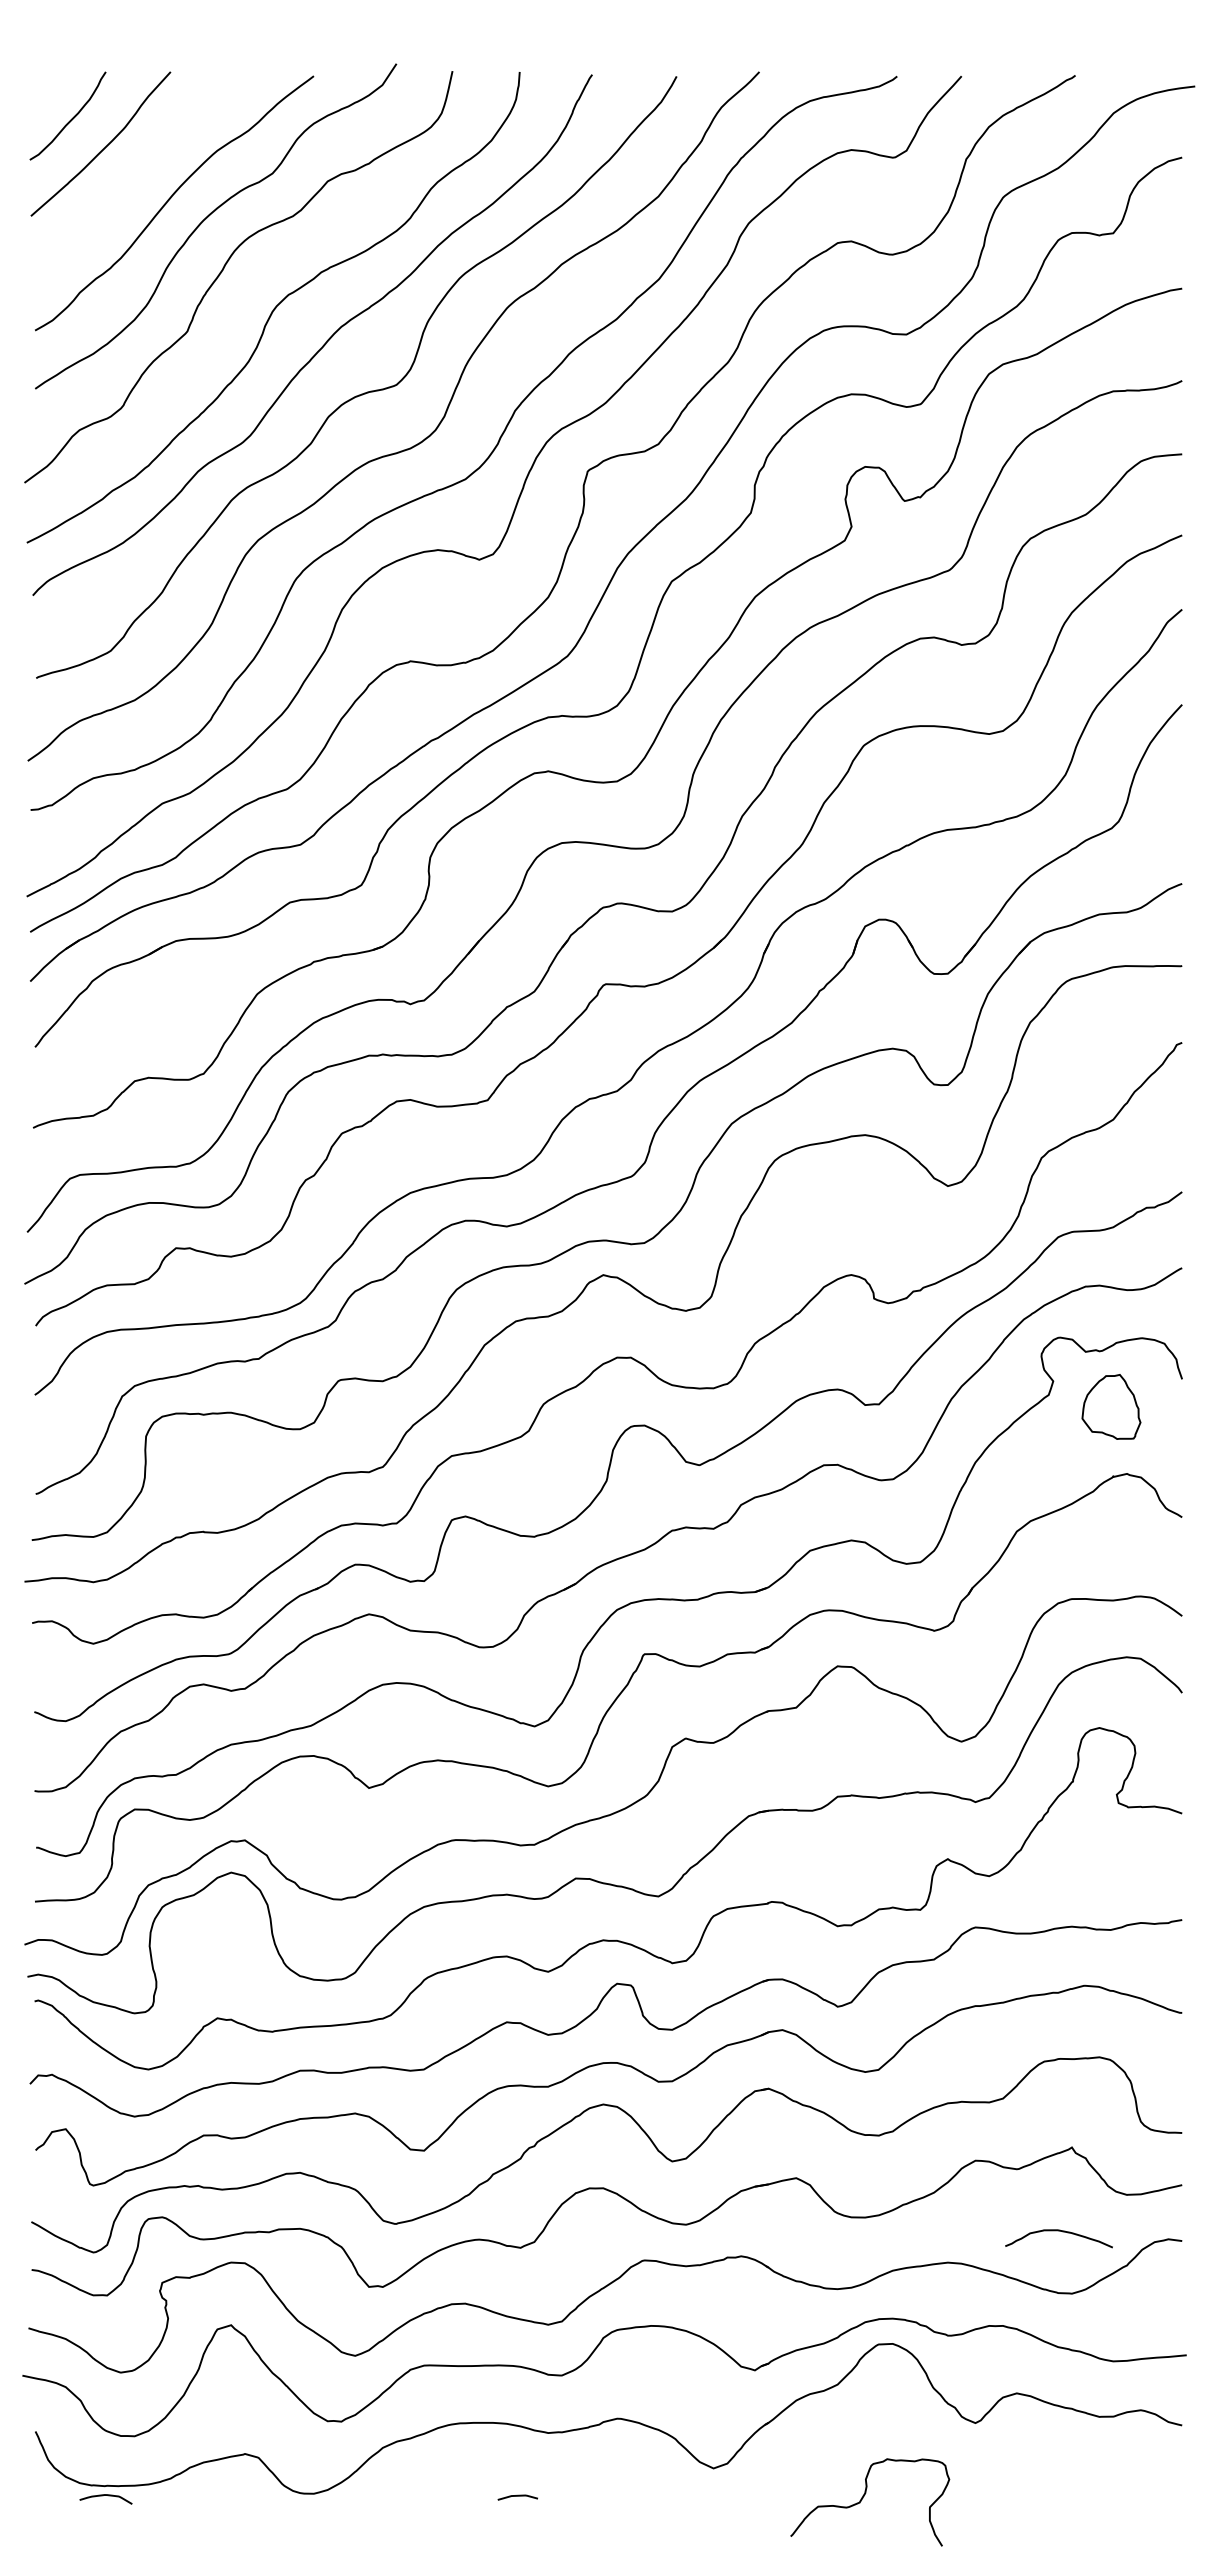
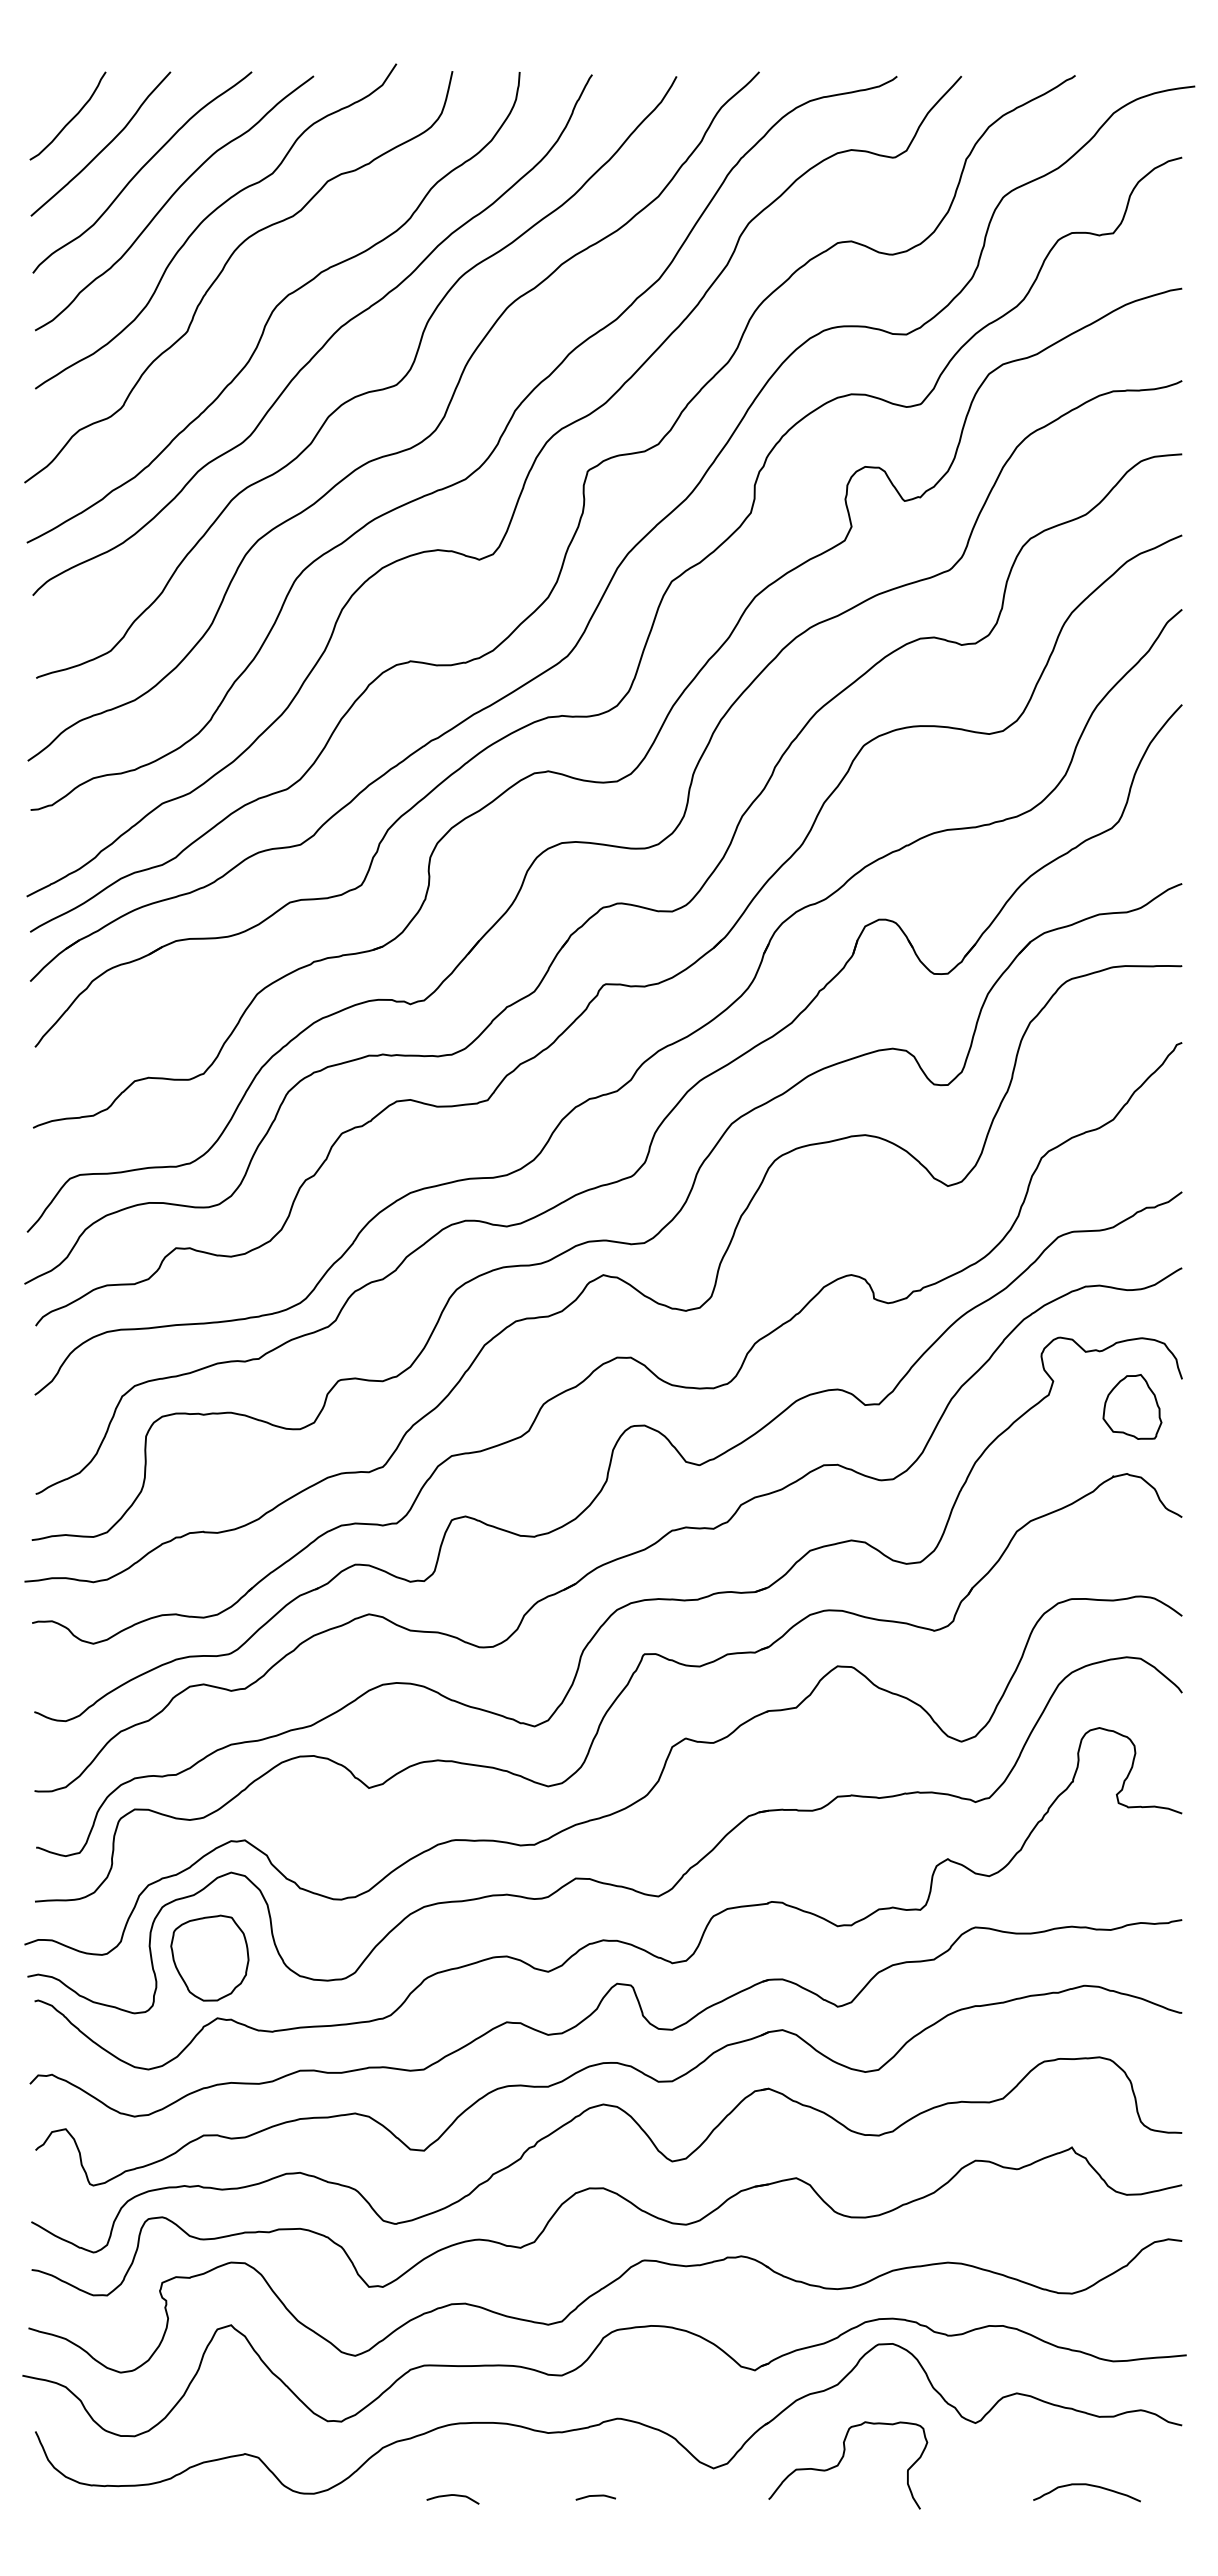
curve at (141, 170): none -> present
part at (1111, 1406) position: (1111, 1406) -> (1132, 1406)
part at (209, 1957): none -> present
curve at (1058, 2231) position: (1058, 2231) -> (1086, 2485)
curve at (103, 2496) position: (103, 2496) -> (450, 2496)
line at (517, 2496) position: (517, 2496) -> (595, 2496)
curve at (863, 2498) position: (863, 2498) -> (841, 2461)
